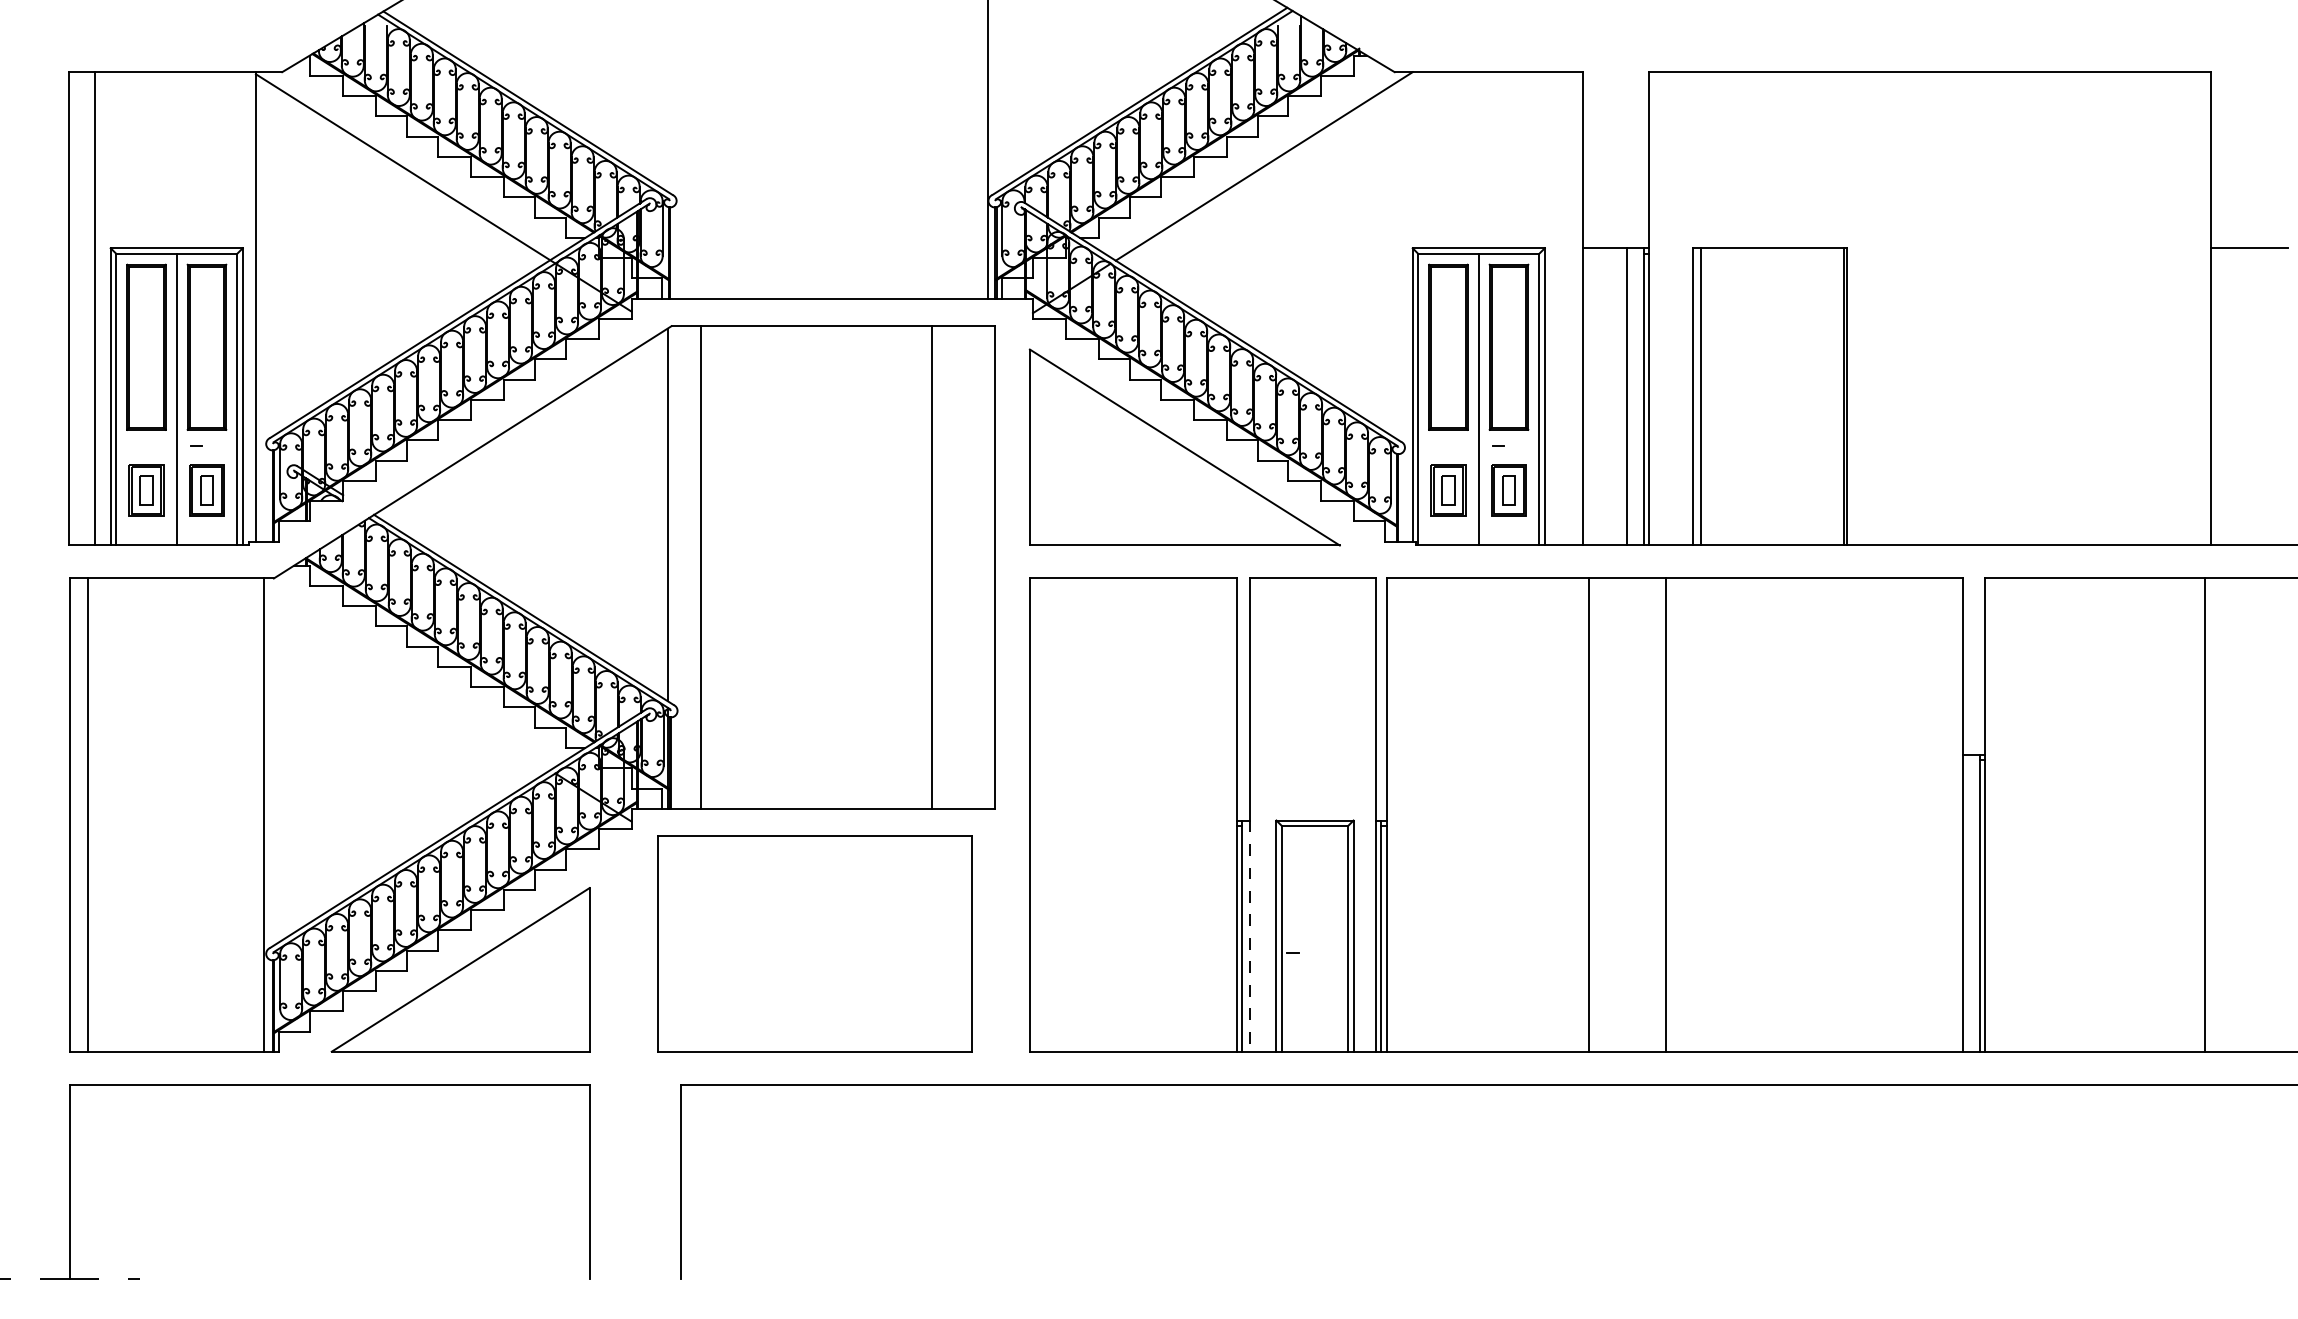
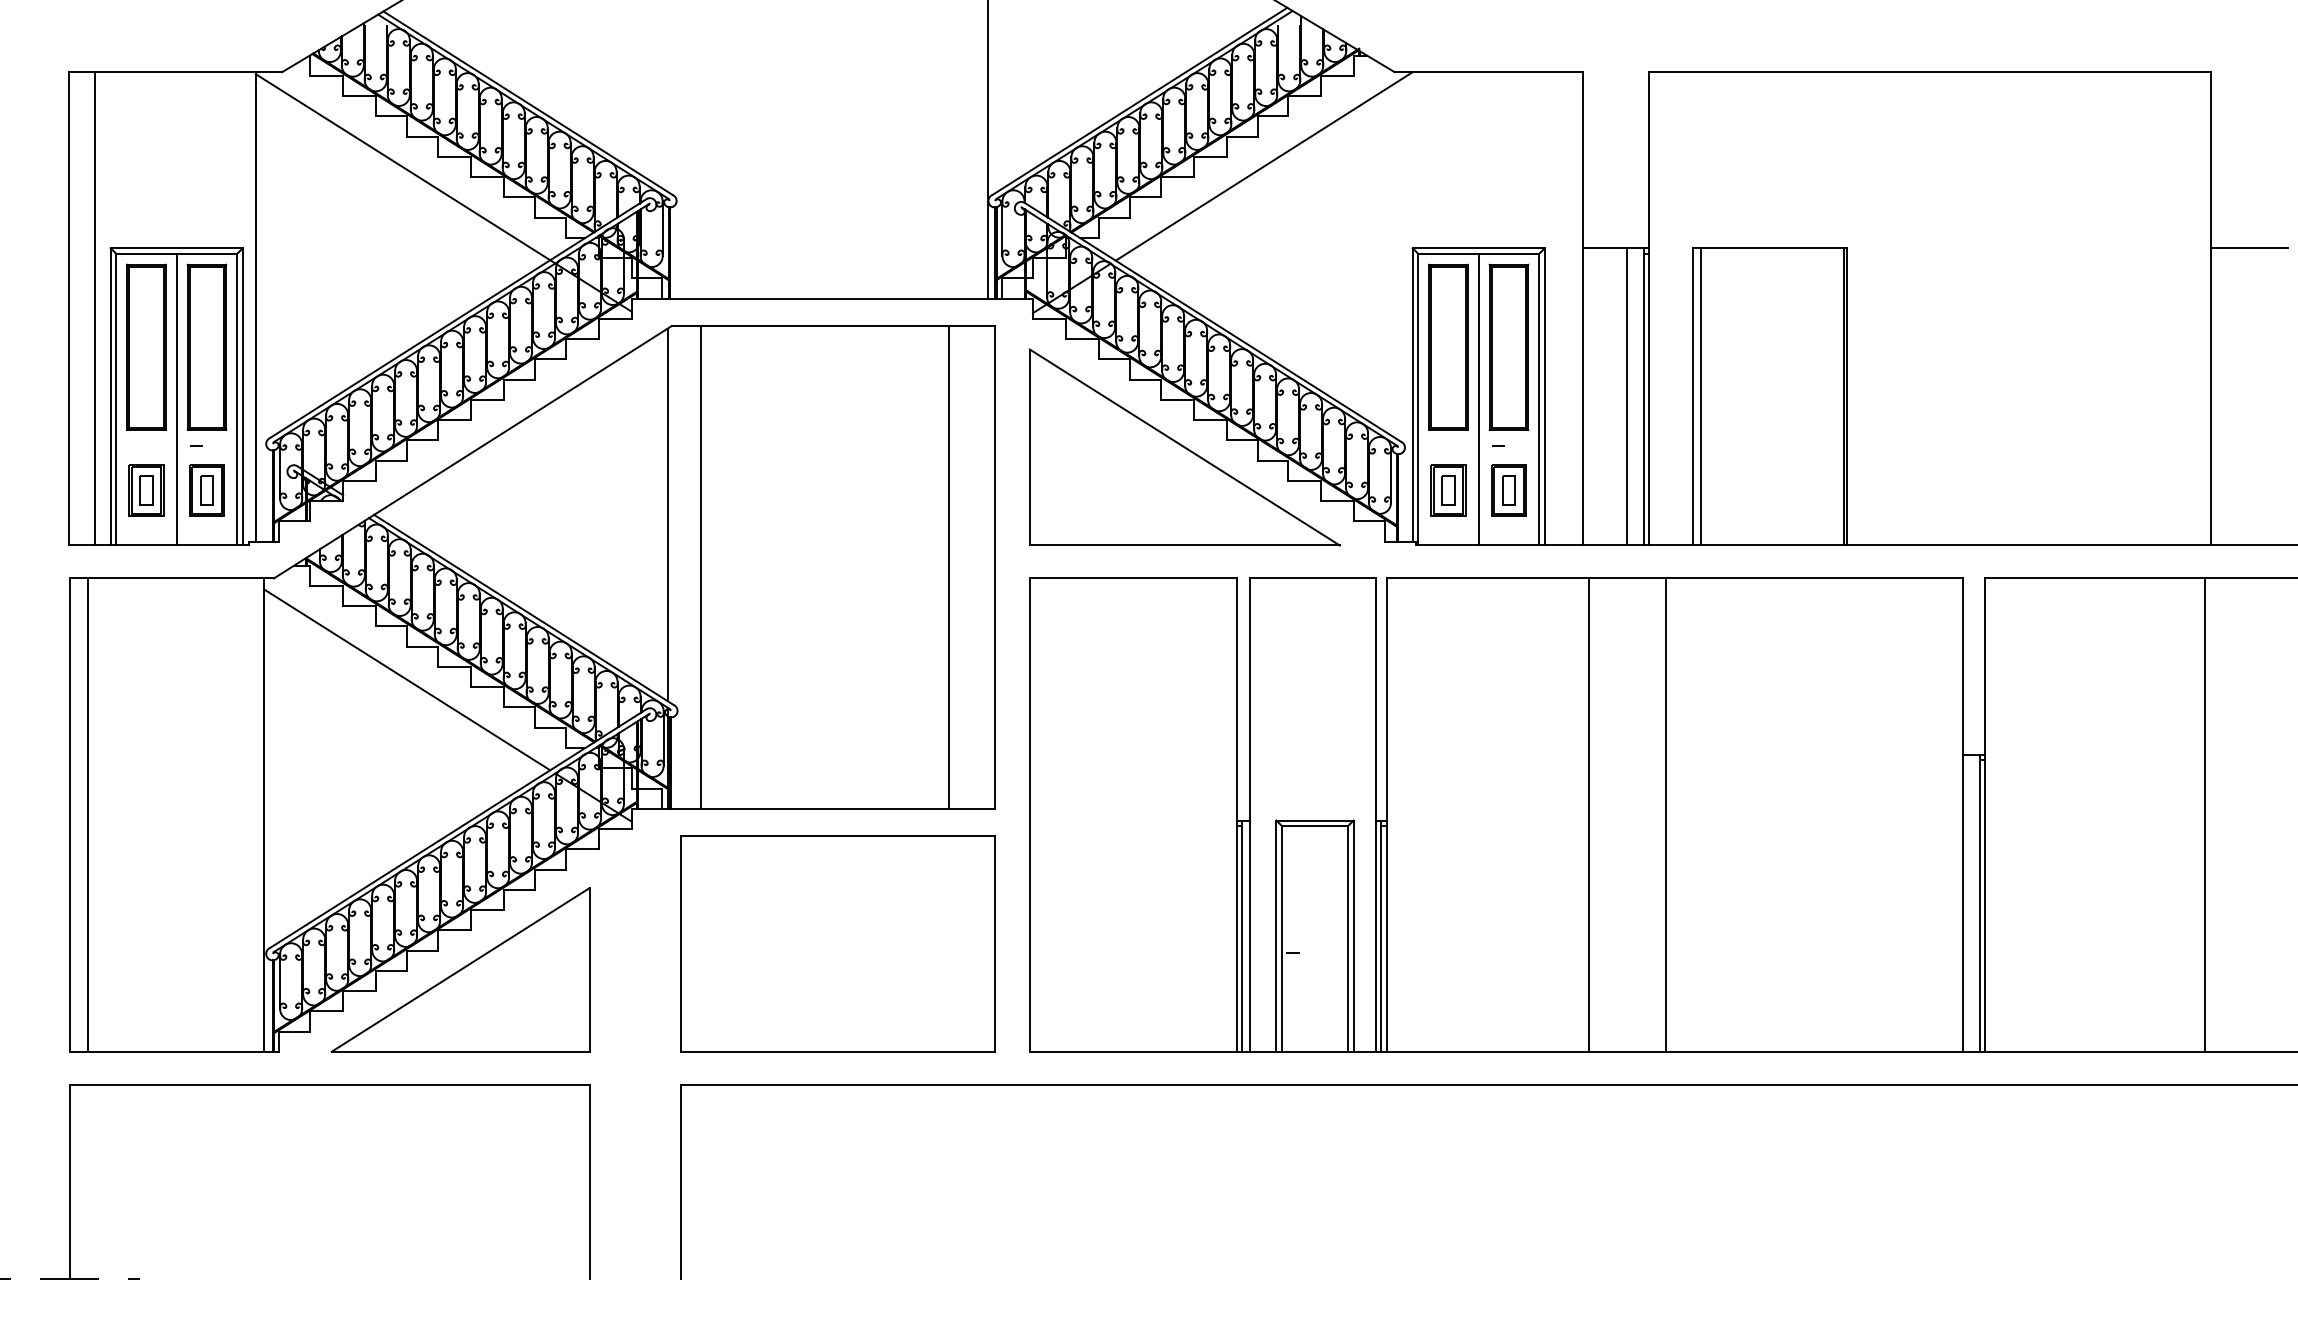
line at (932, 567) position: (932, 567) -> (949, 567)
line at (406, 679): none -> present
line at (1250, 936): dashed -> solid
part at (814, 943) position: (814, 943) -> (837, 943)
